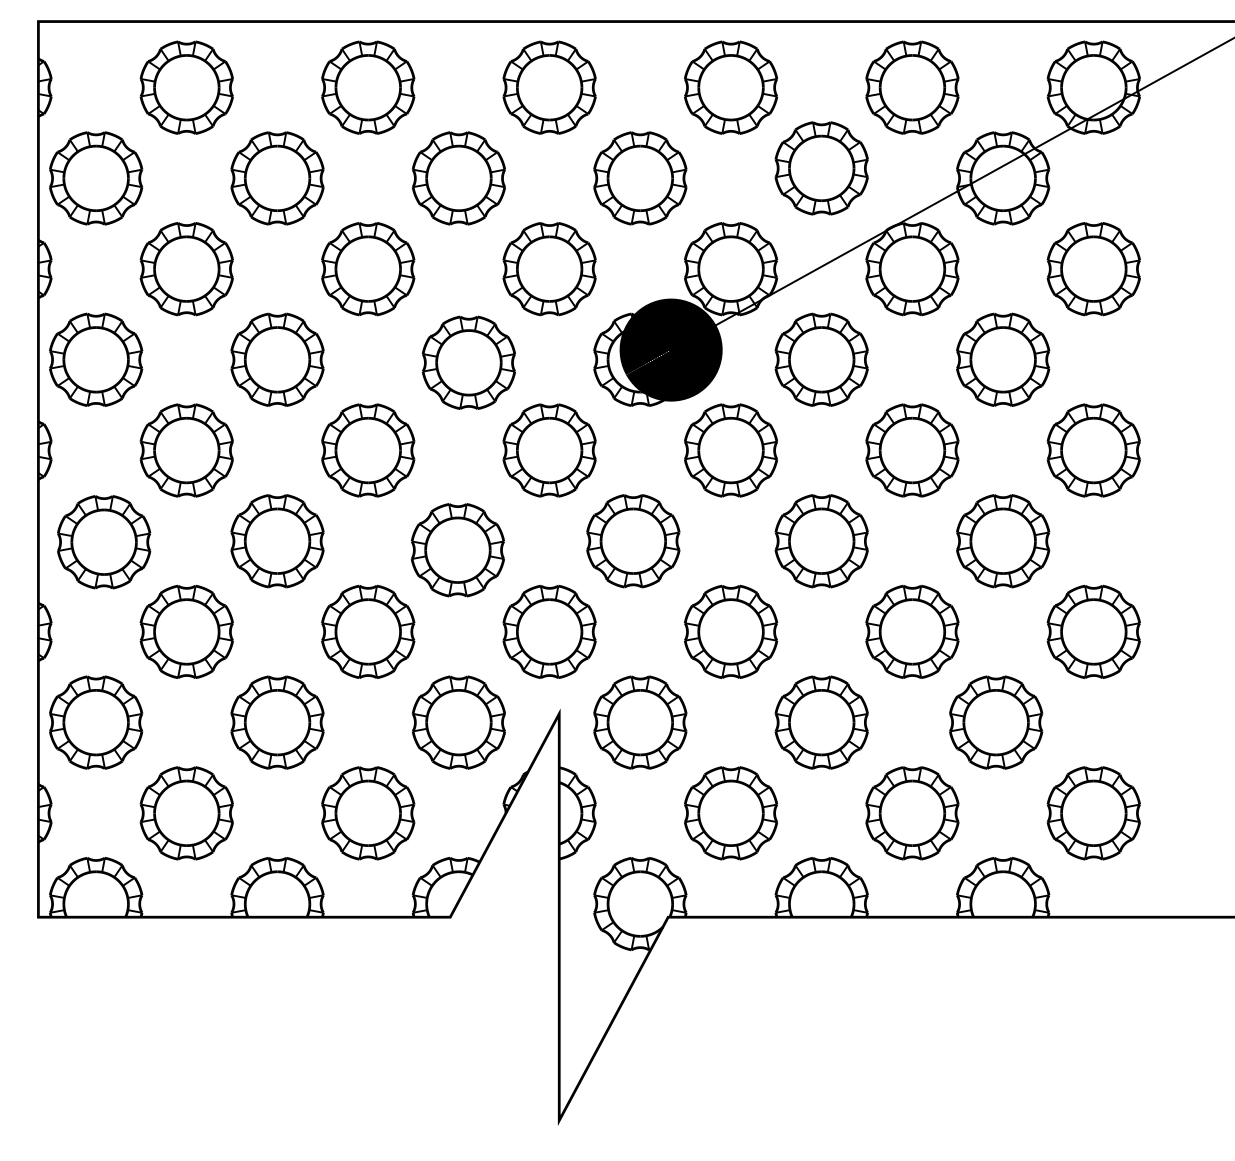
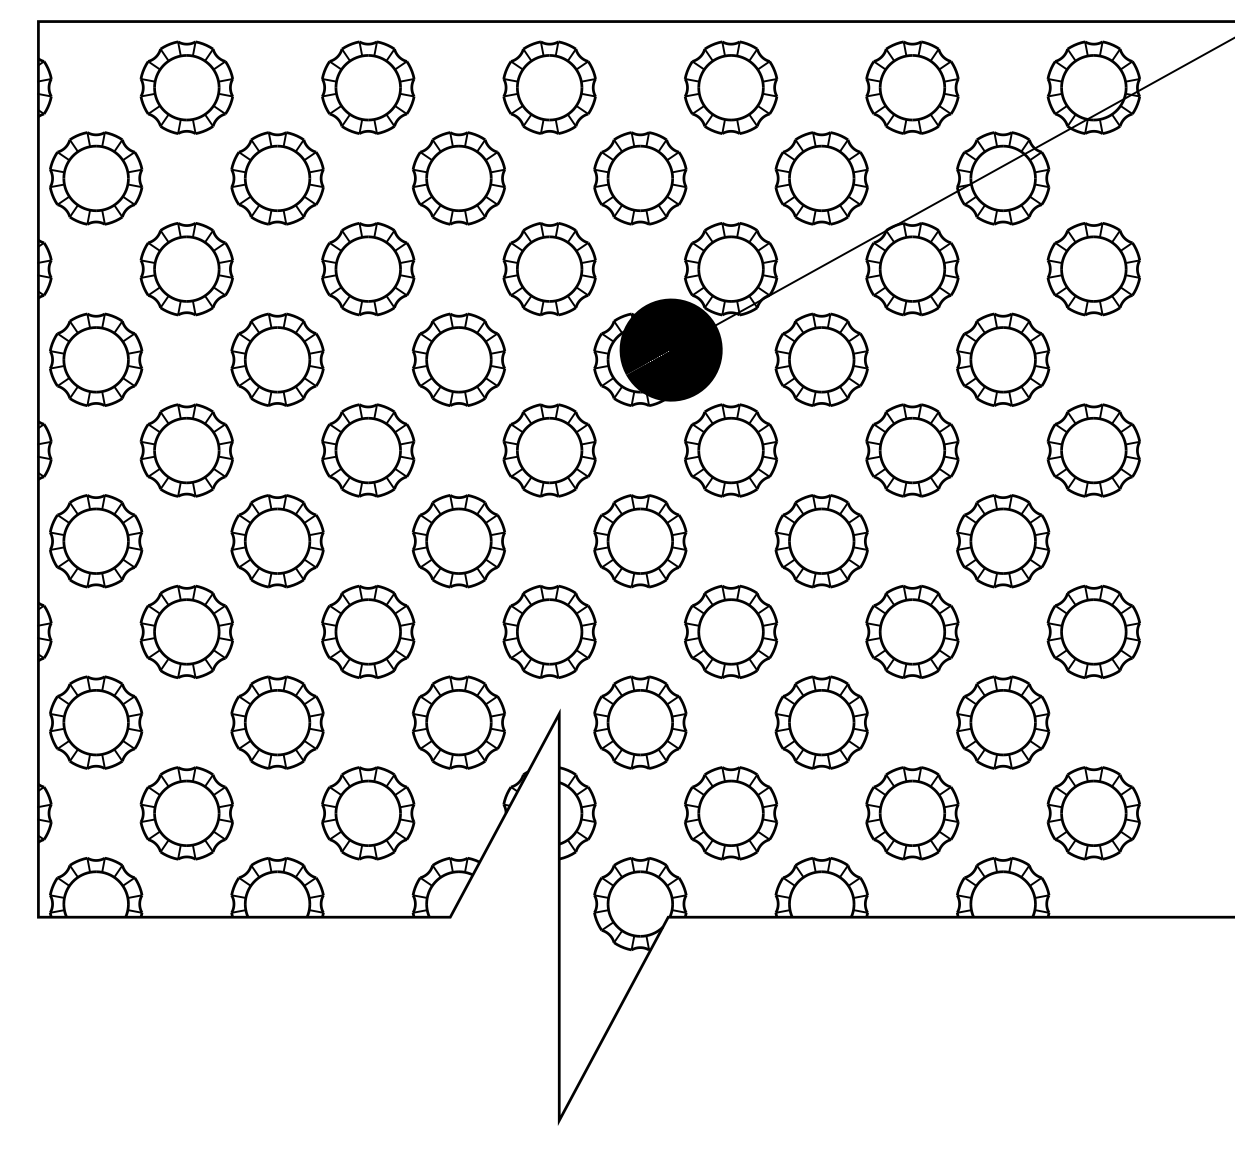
part at (821, 168) position: (821, 168) -> (821, 178)
part at (468, 362) position: (468, 362) -> (458, 359)
part at (633, 541) position: (633, 541) -> (640, 541)
part at (104, 542) position: (104, 542) -> (96, 541)
part at (457, 550) position: (457, 550) -> (458, 541)
part at (996, 722) position: (996, 722) -> (1003, 722)
